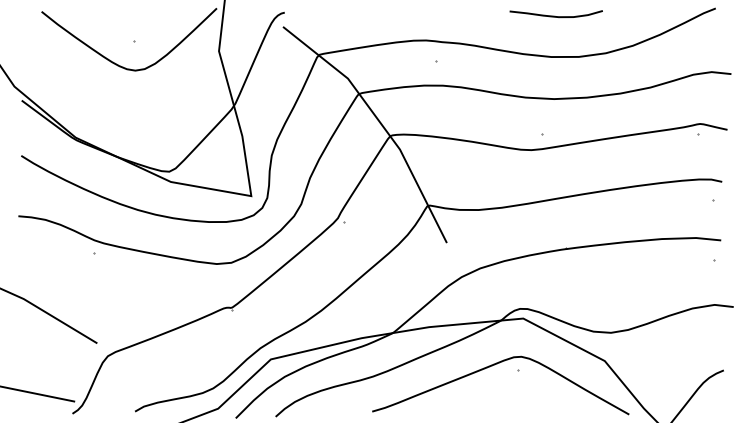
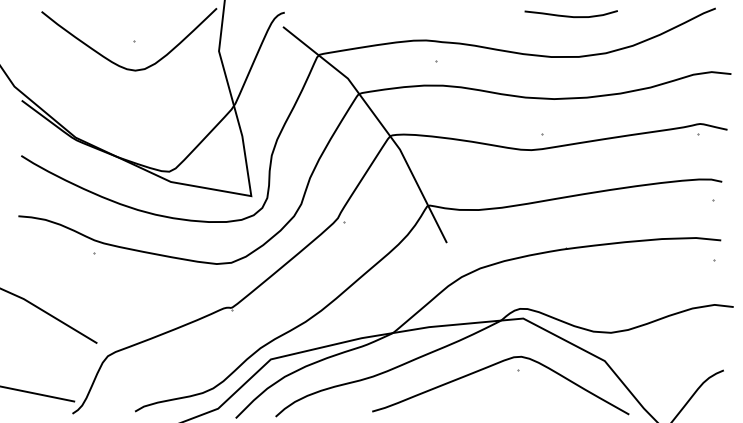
curve at (554, 15) position: (554, 15) -> (569, 15)
